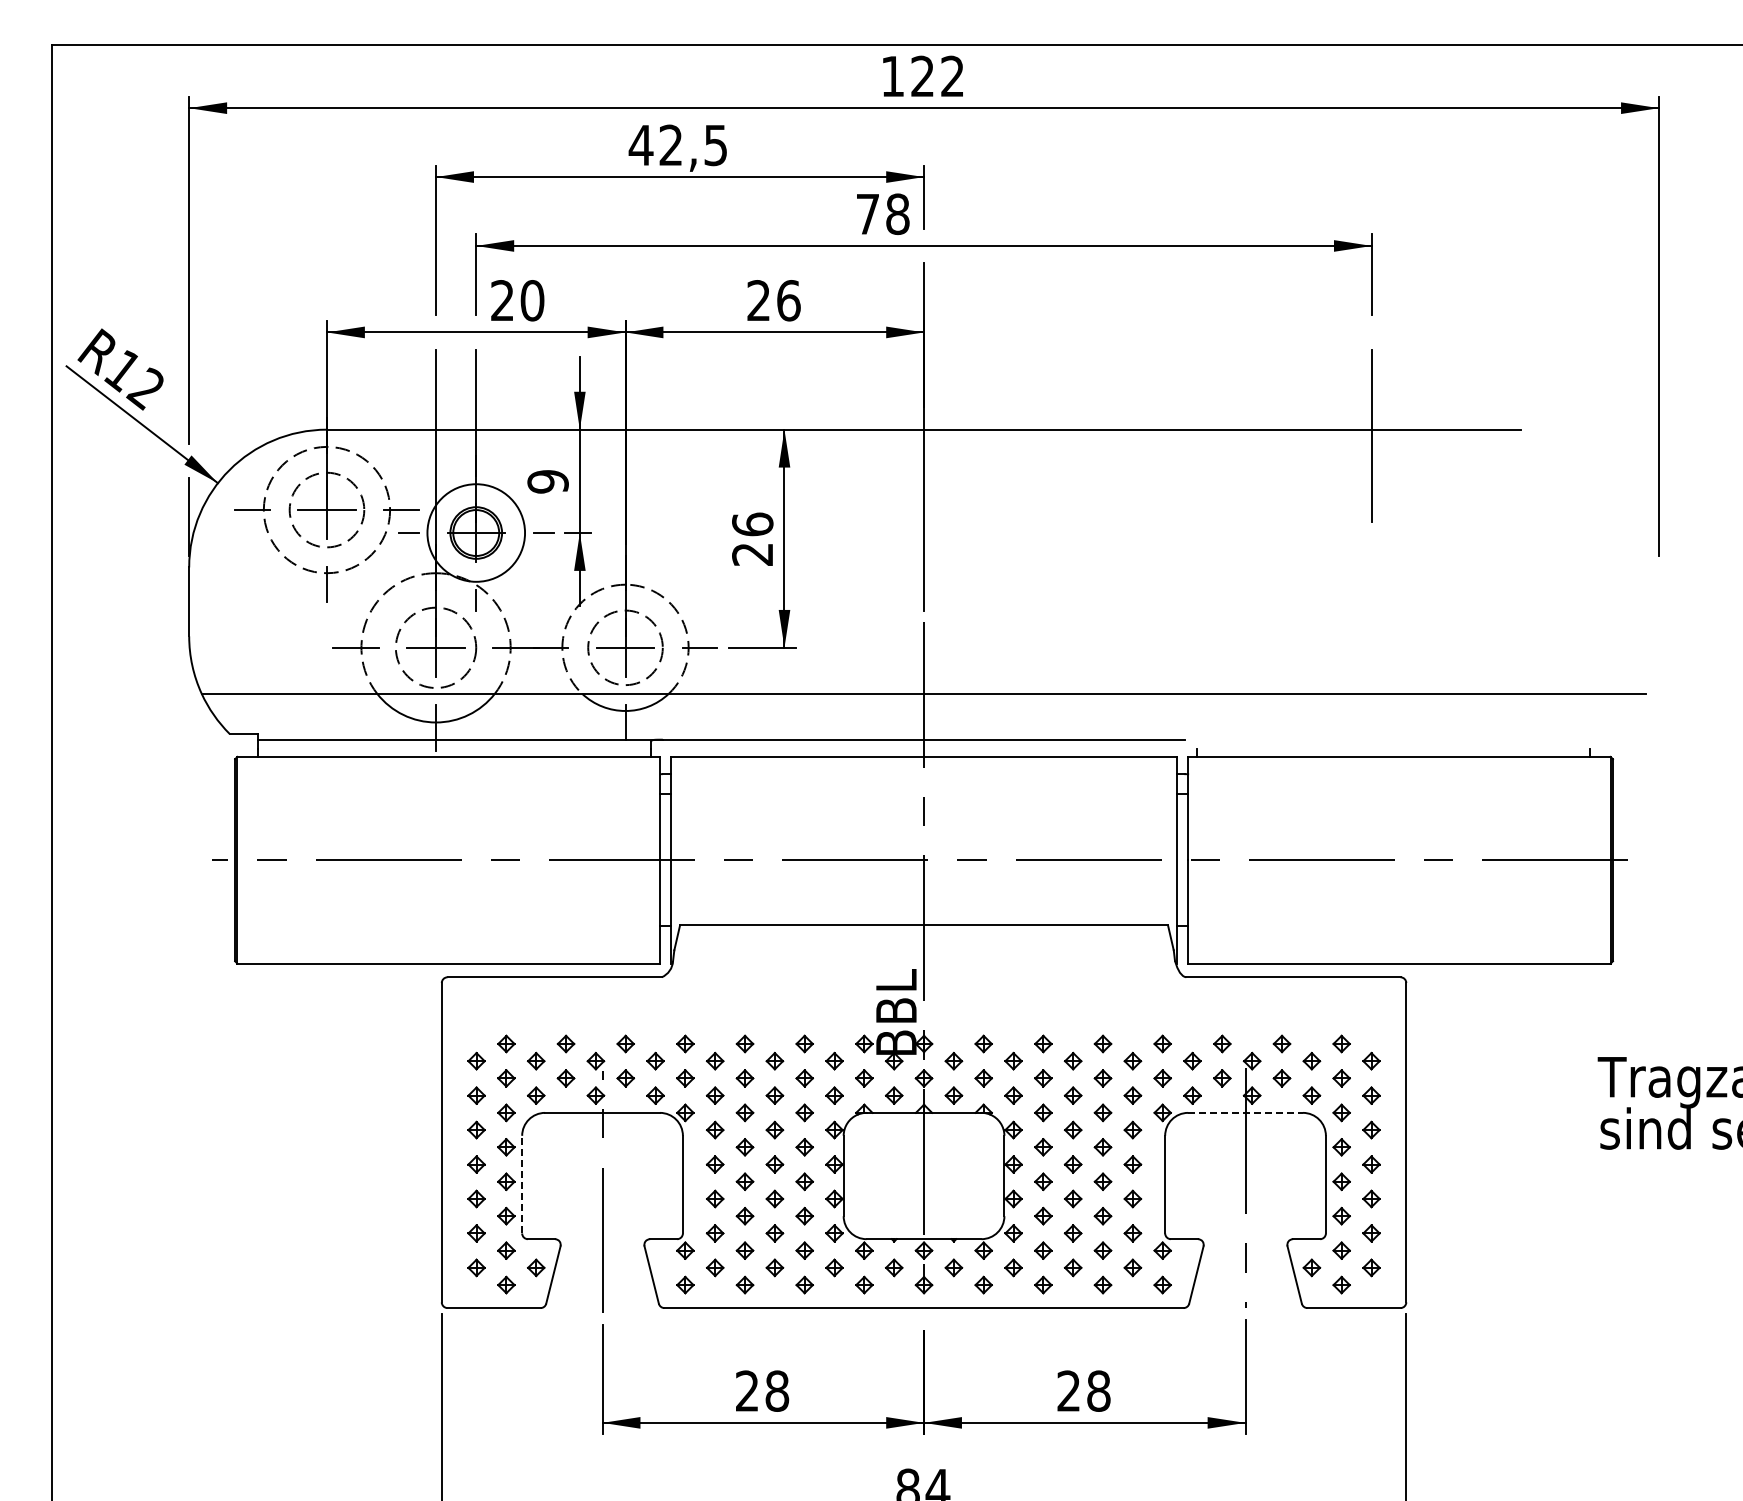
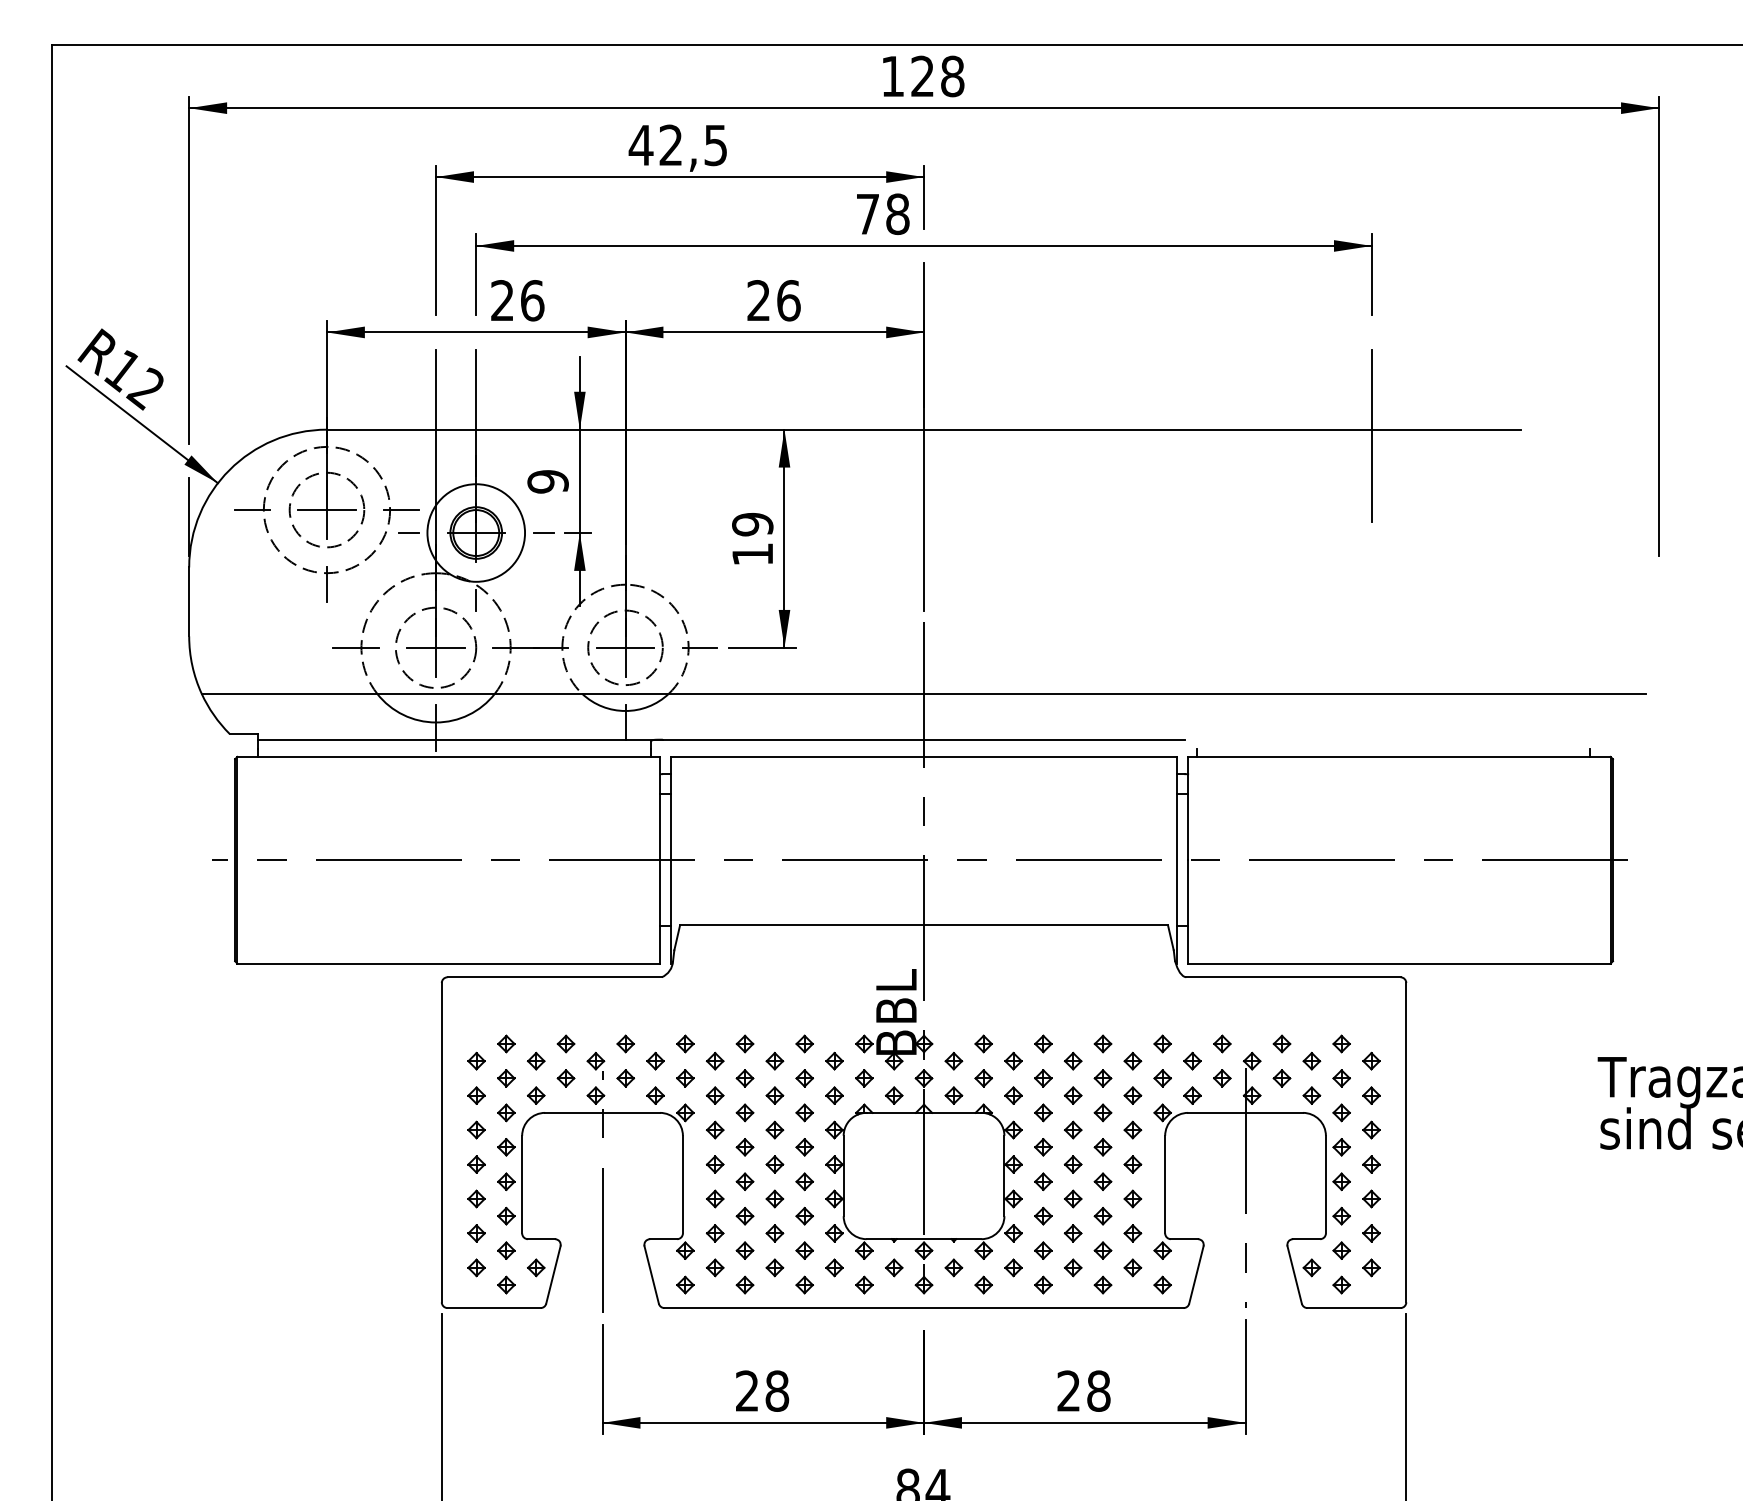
text at (952, 76): 122 -> 128
text at (532, 300): 20 -> 26
text at (752, 538): 26 -> 19
line at (1246, 1112): dashed -> solid
line at (522, 1184): dashed -> solid
